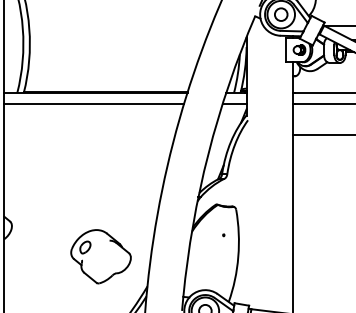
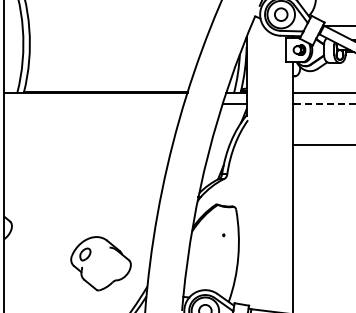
line at (94, 103): present -> none
line at (324, 103): solid -> dashed
line at (322, 134) position: (322, 134) -> (322, 144)
part at (100, 256) position: (100, 256) -> (100, 263)
